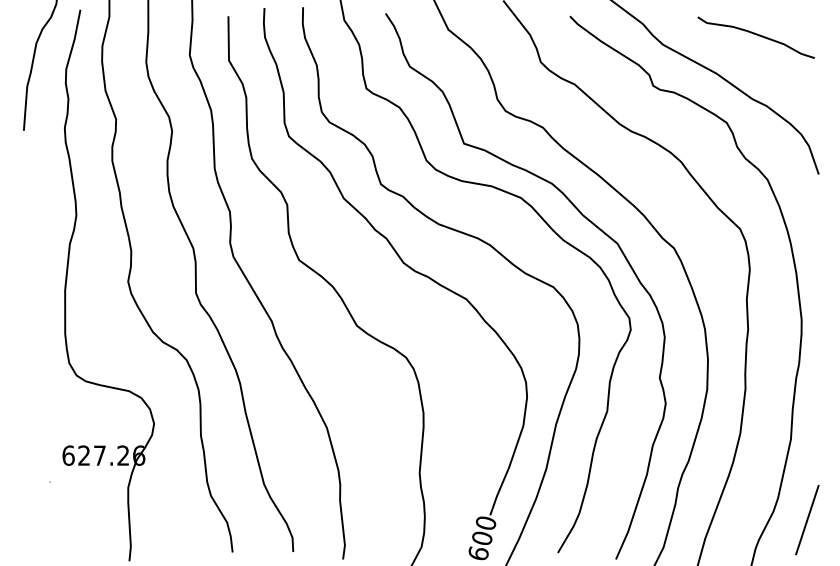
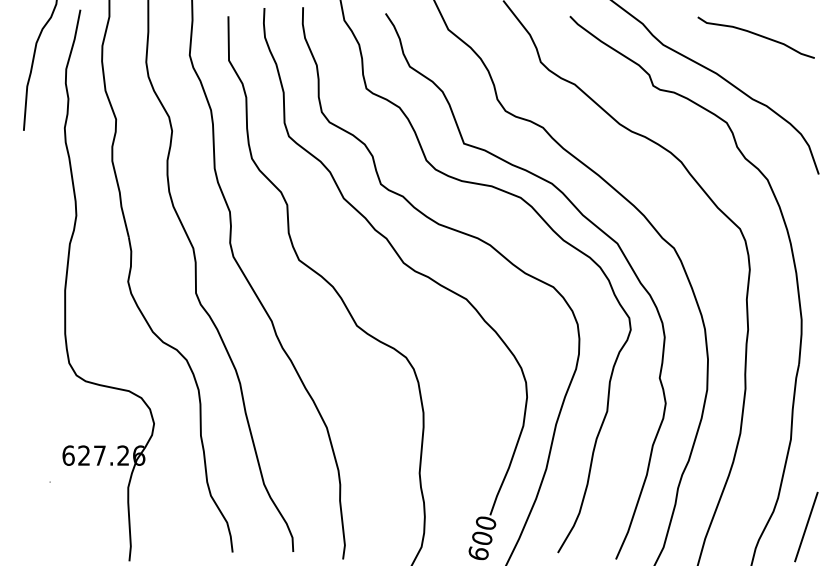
line at (807, 519) position: (807, 519) -> (806, 526)
